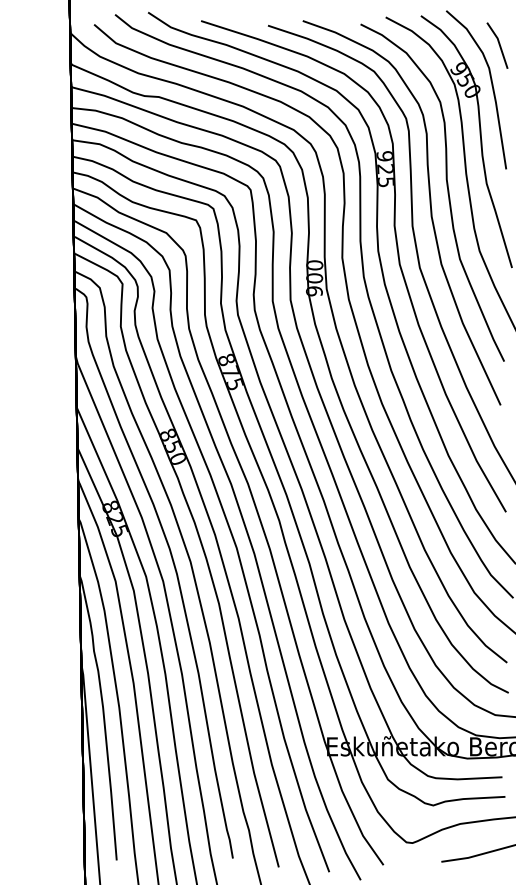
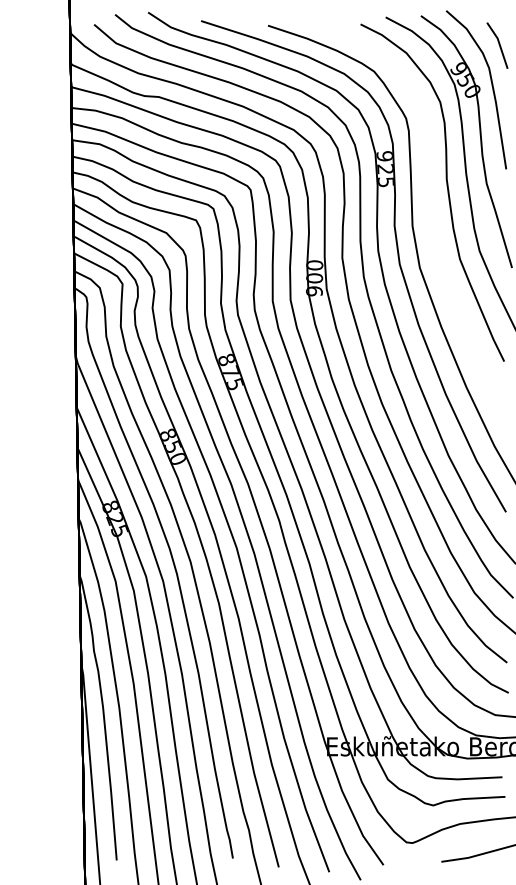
part at (430, 212): present -> none
